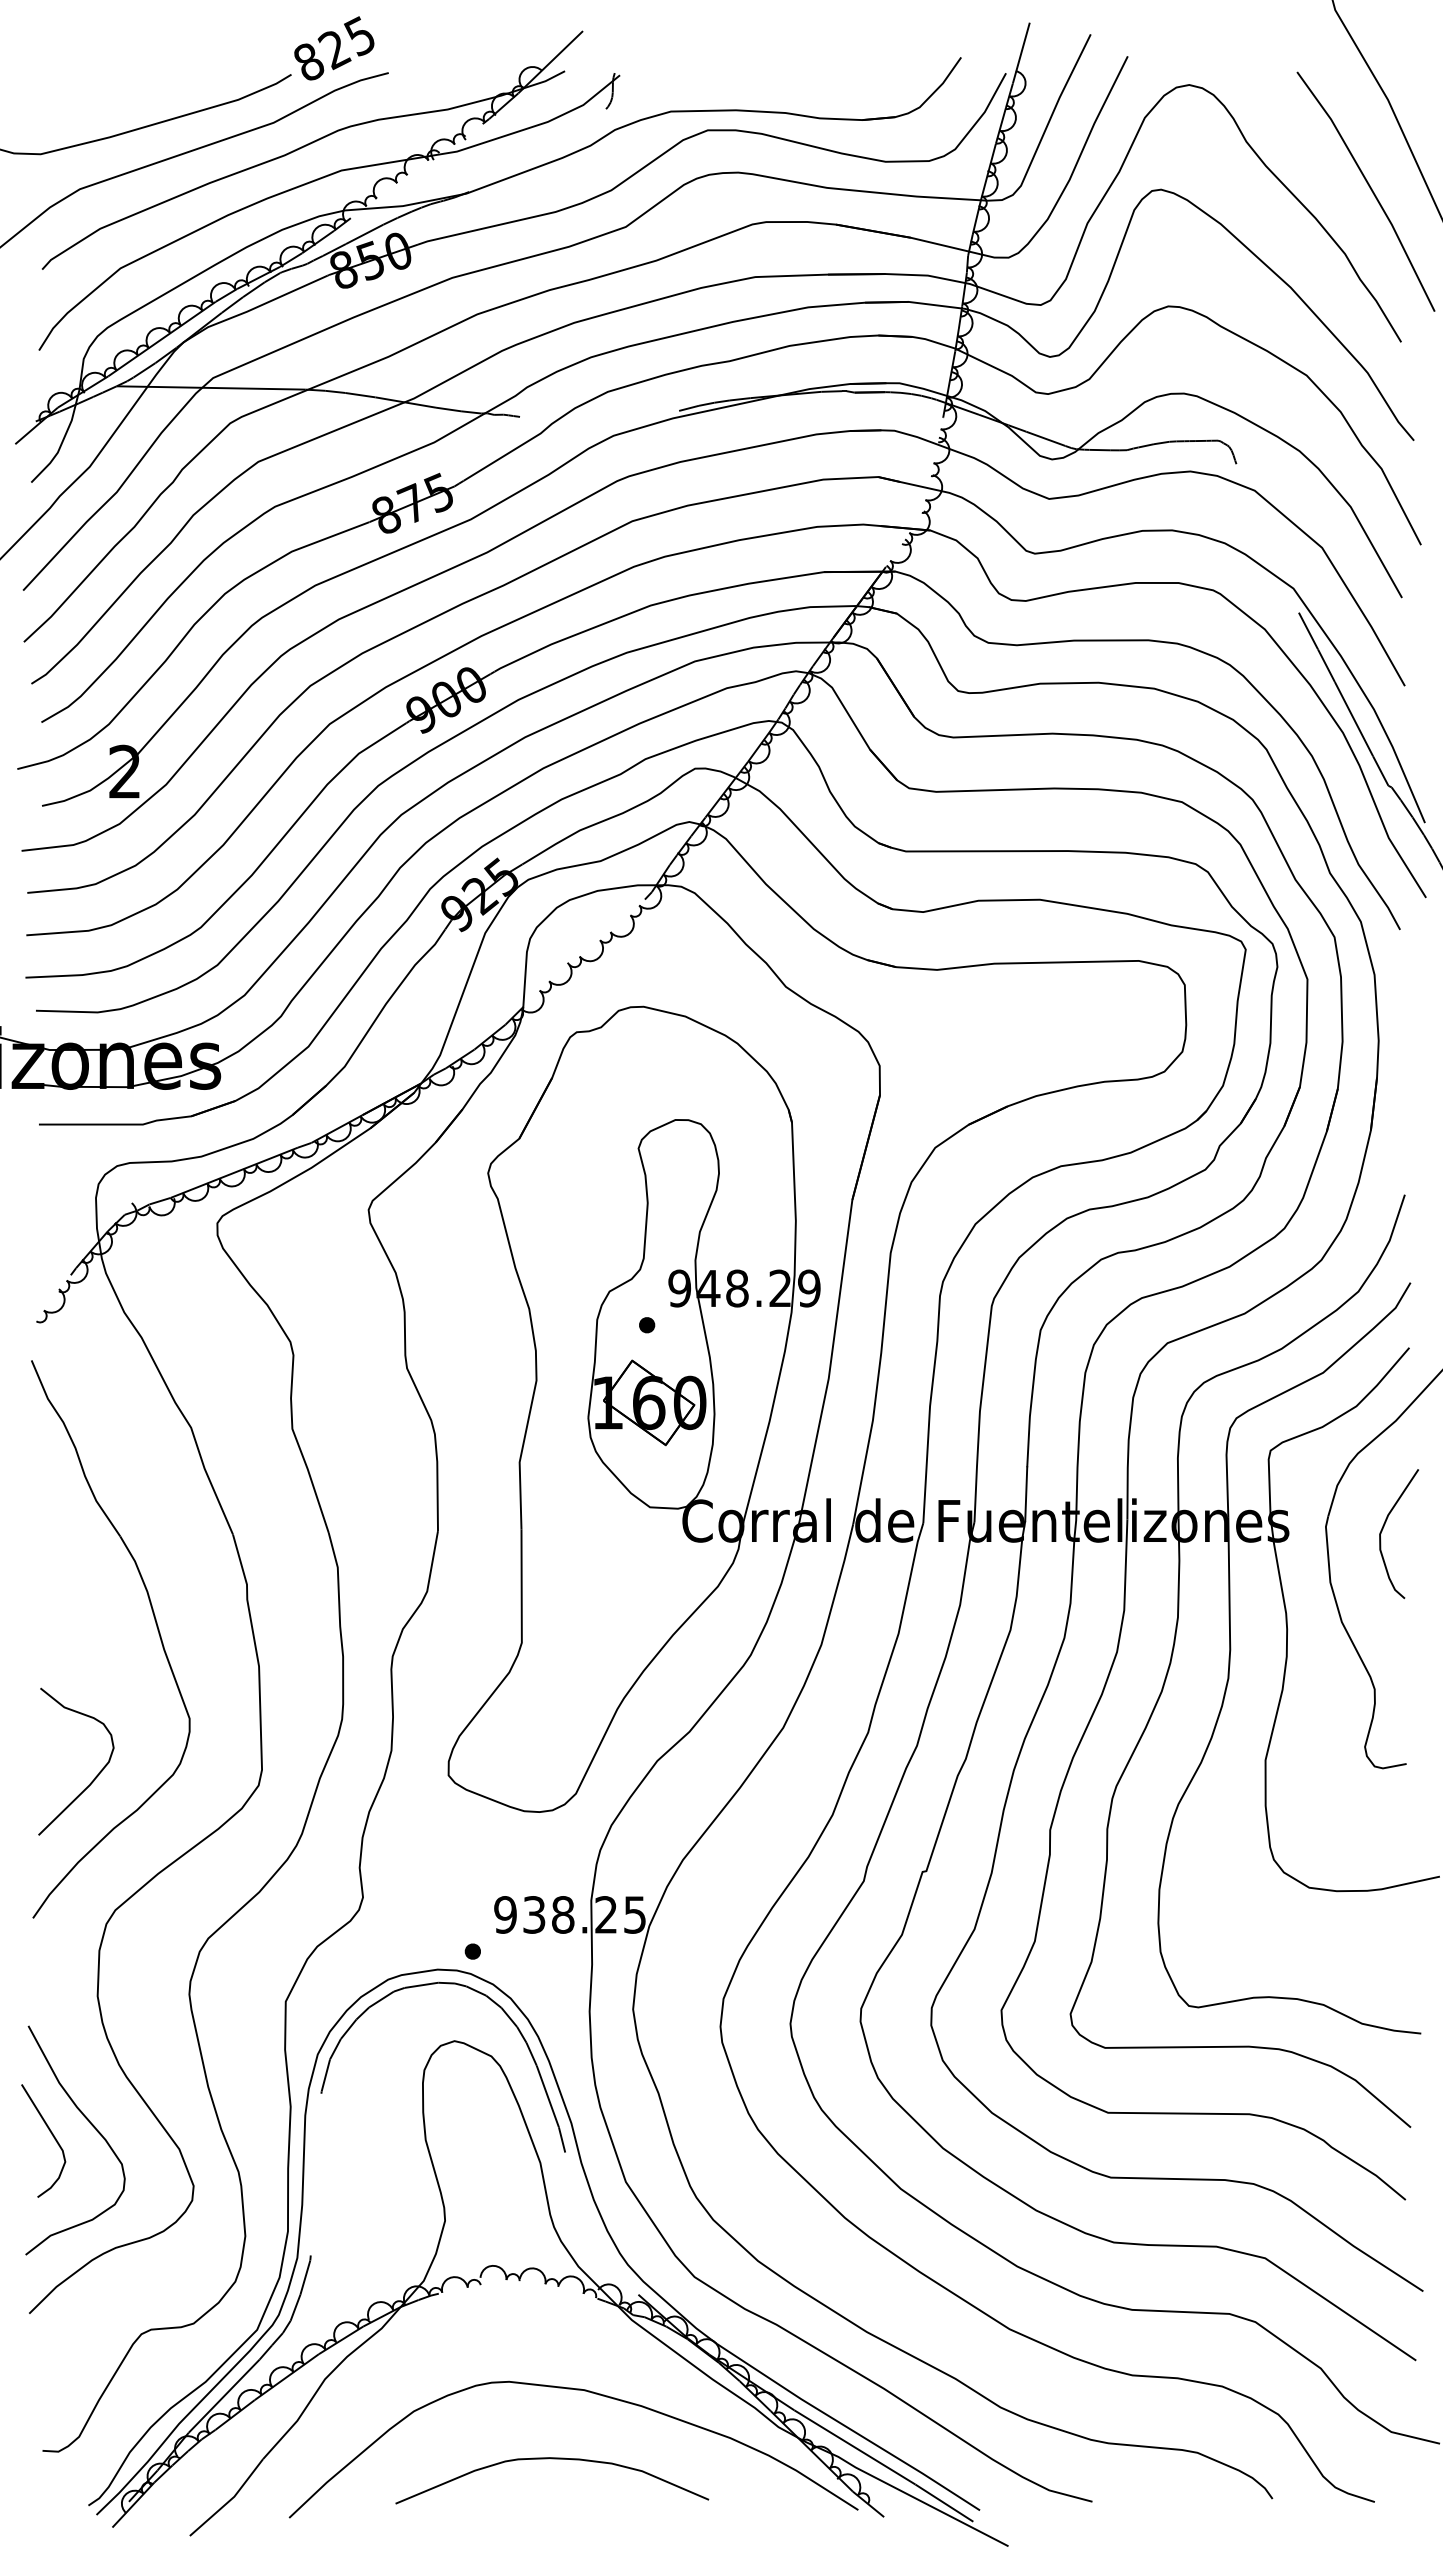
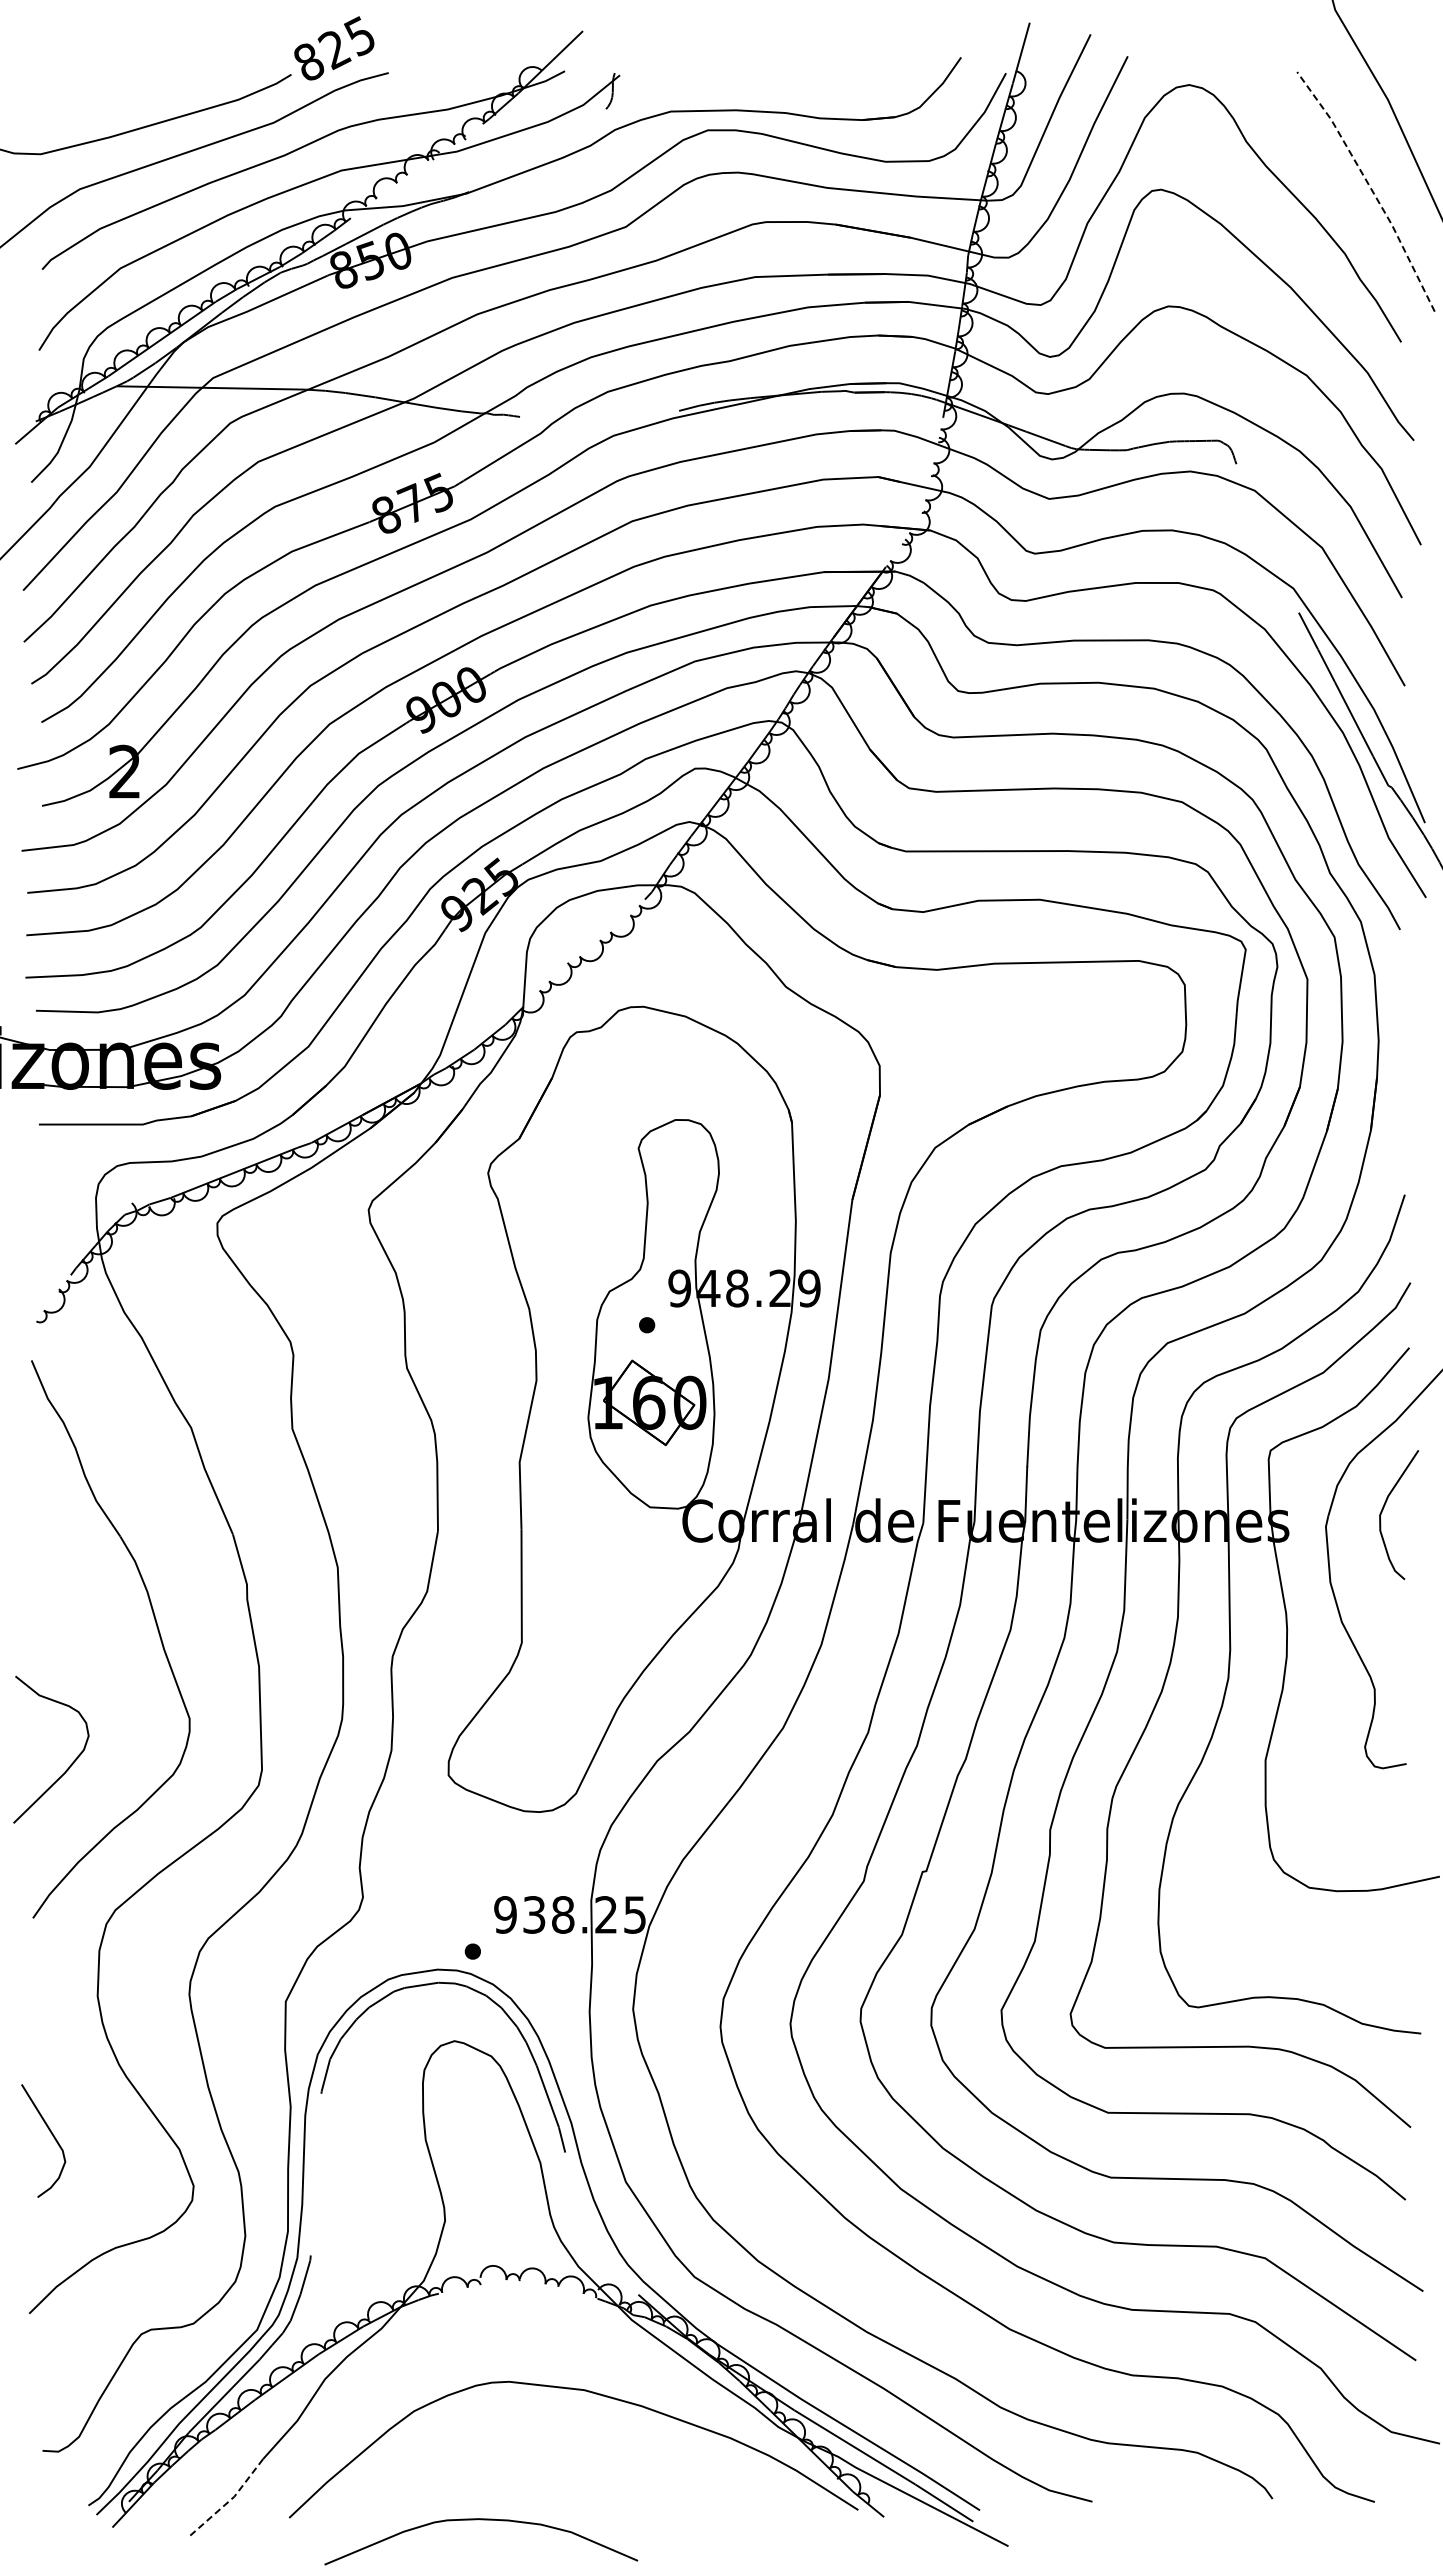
line at (1370, 188): solid -> dashed
curve at (1383, 1529) position: (1383, 1529) -> (1383, 1510)
curve at (94, 1777) position: (94, 1777) -> (69, 1765)
curve at (90, 2124): present -> none
curve at (552, 2459) position: (552, 2459) -> (481, 2520)
line at (229, 2500): solid -> dashed
